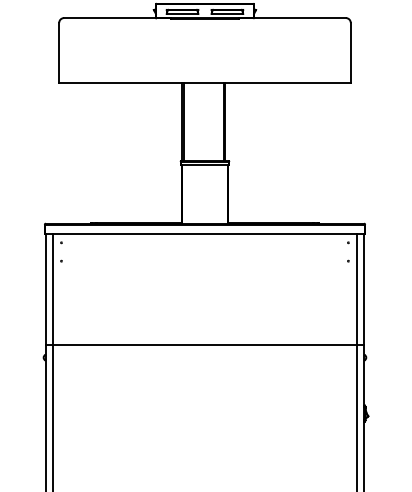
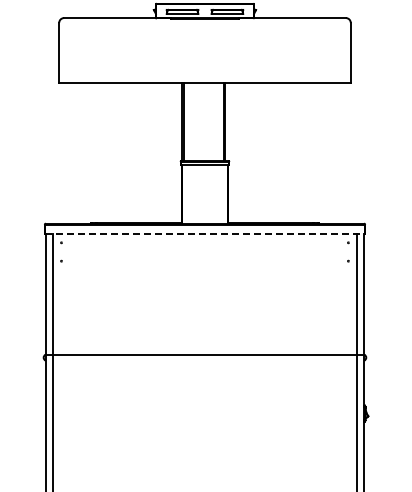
line at (205, 234): solid -> dashed
line at (204, 345) position: (204, 345) -> (204, 355)
